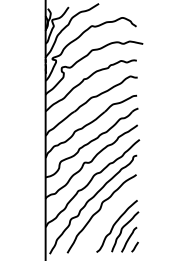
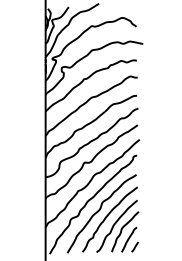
curve at (107, 217): none -> present
